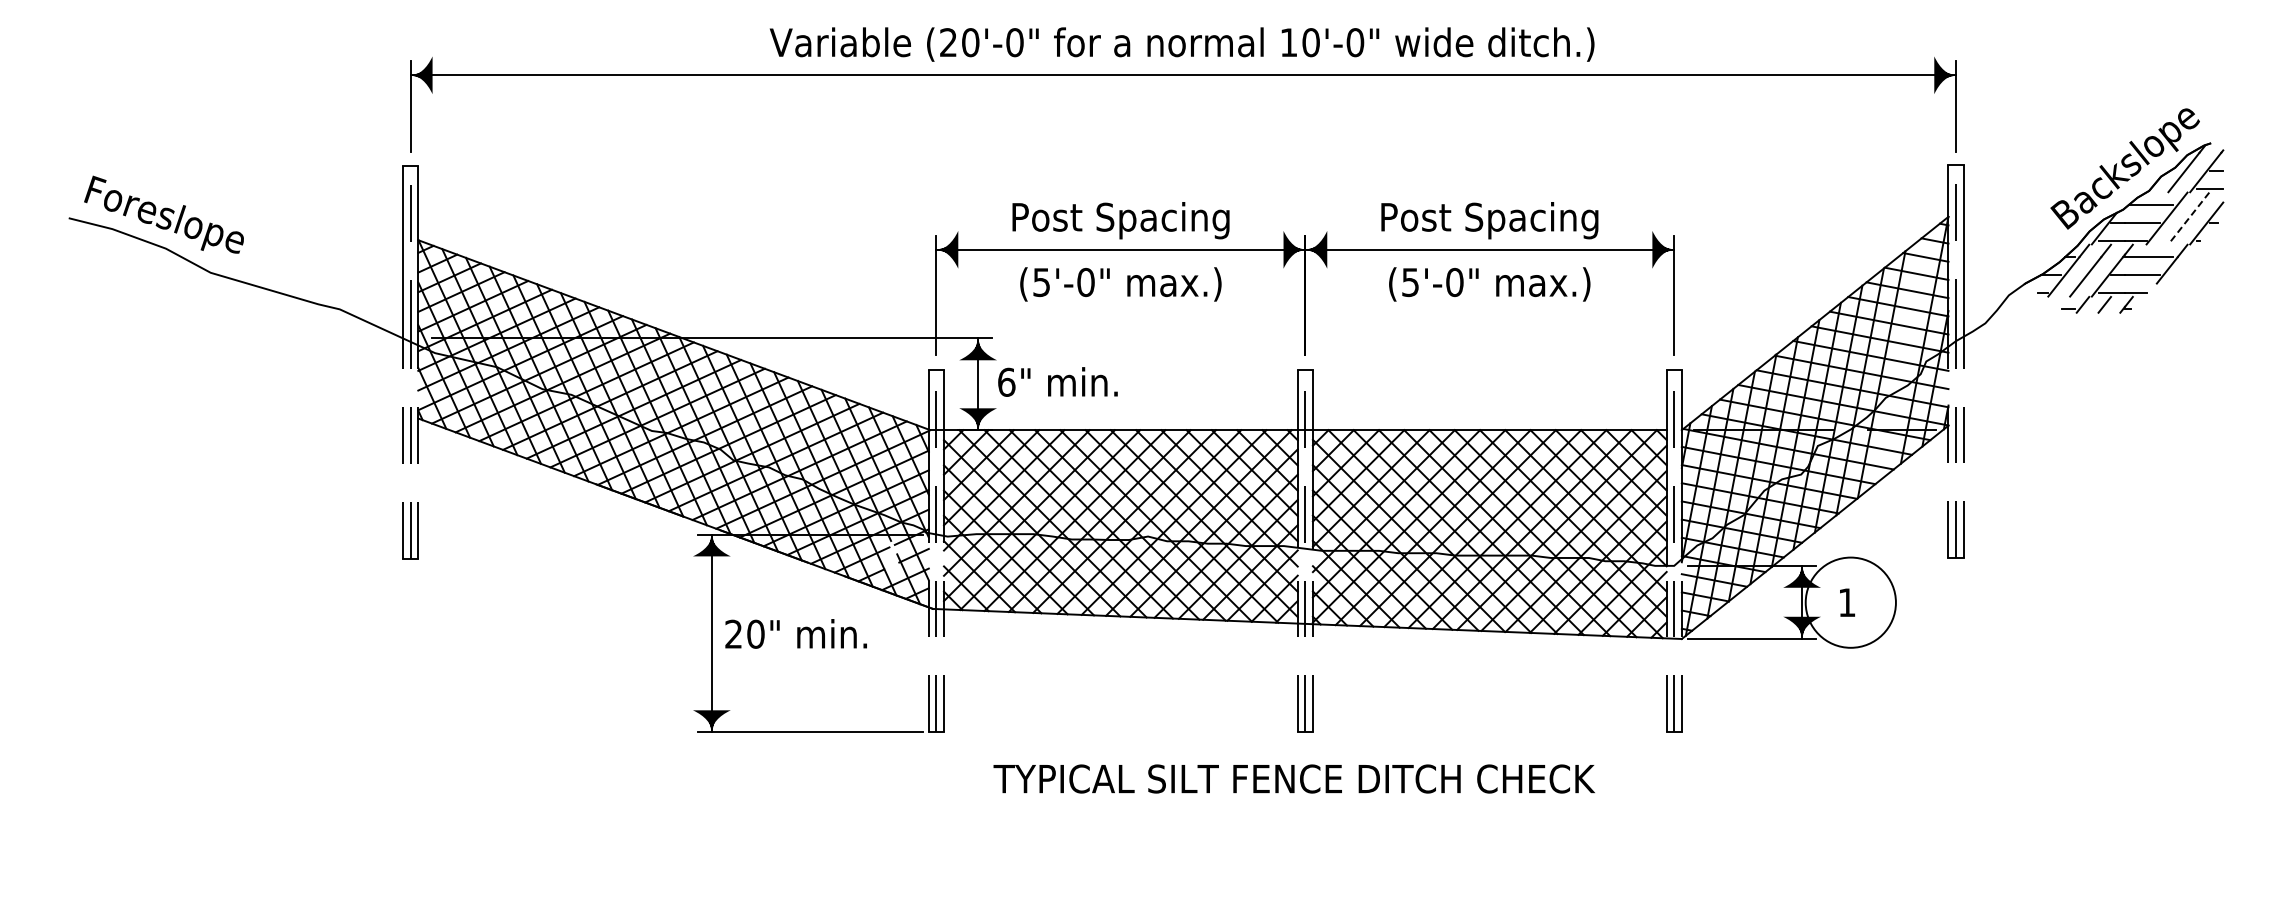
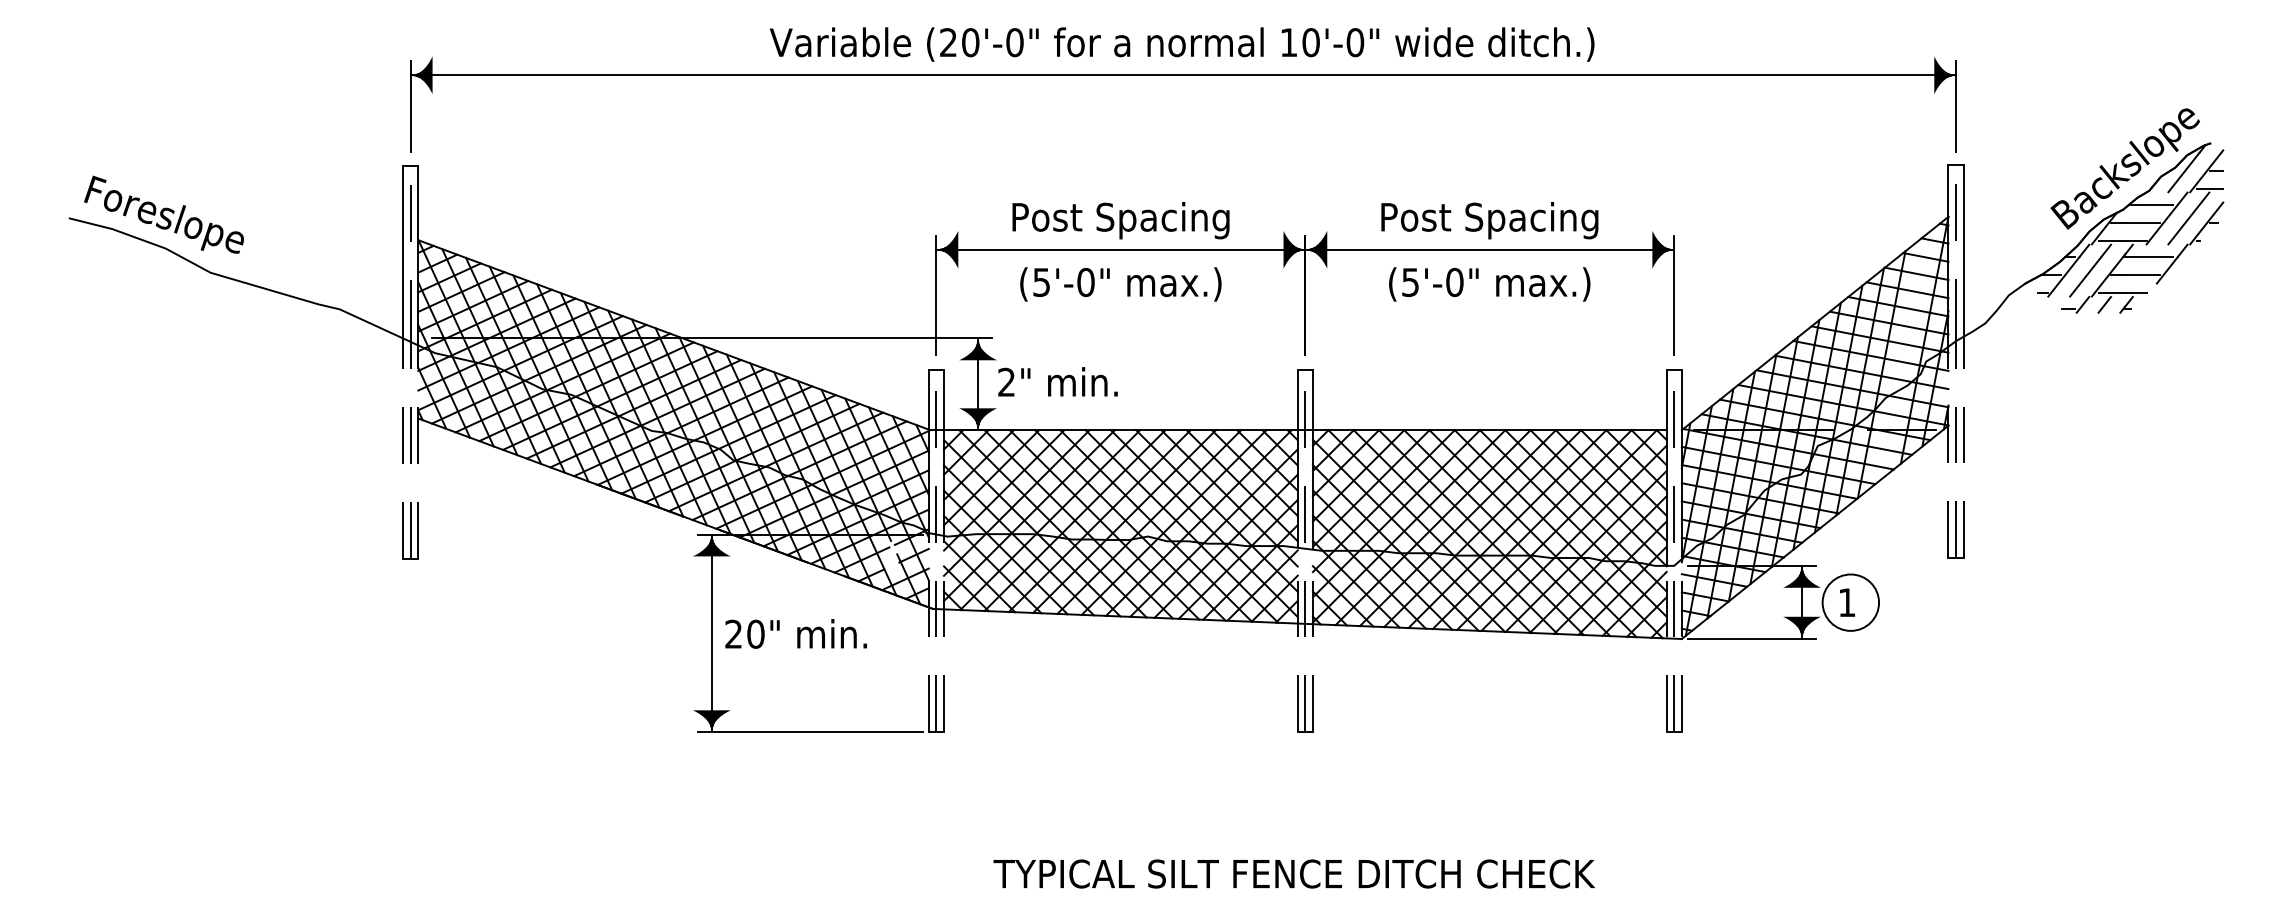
line at (2188, 218): dashed -> solid
text at (1006, 381): 6" -> 2"
circle at (1850, 602) diameter: 90 px -> 56 px
text at (1293, 778) position: (1293, 778) -> (1293, 873)
